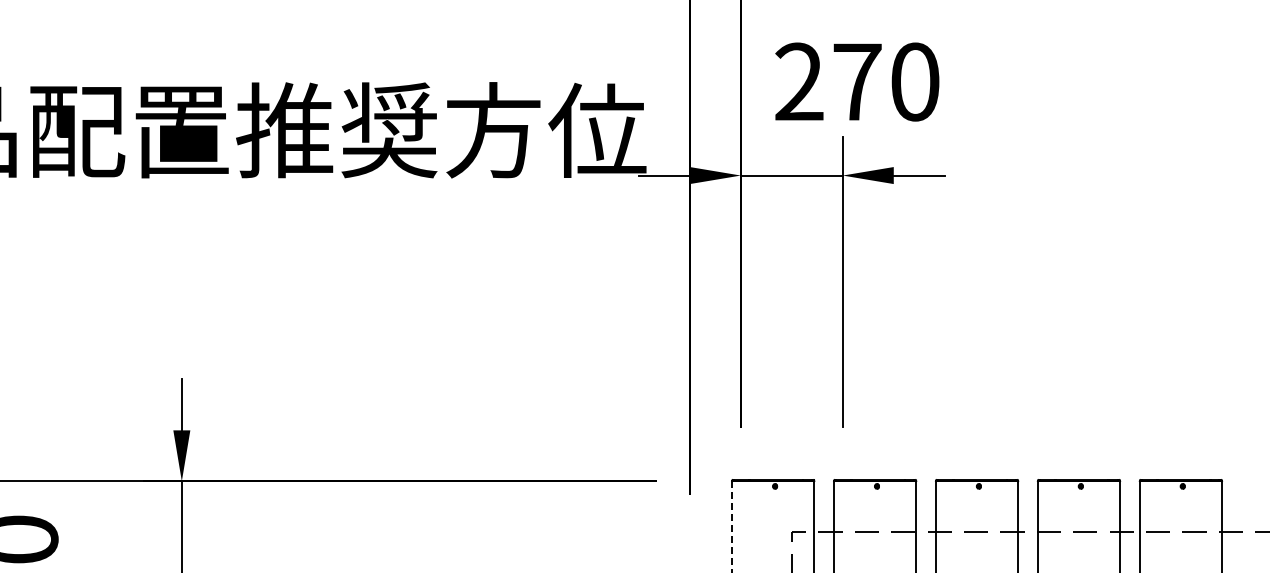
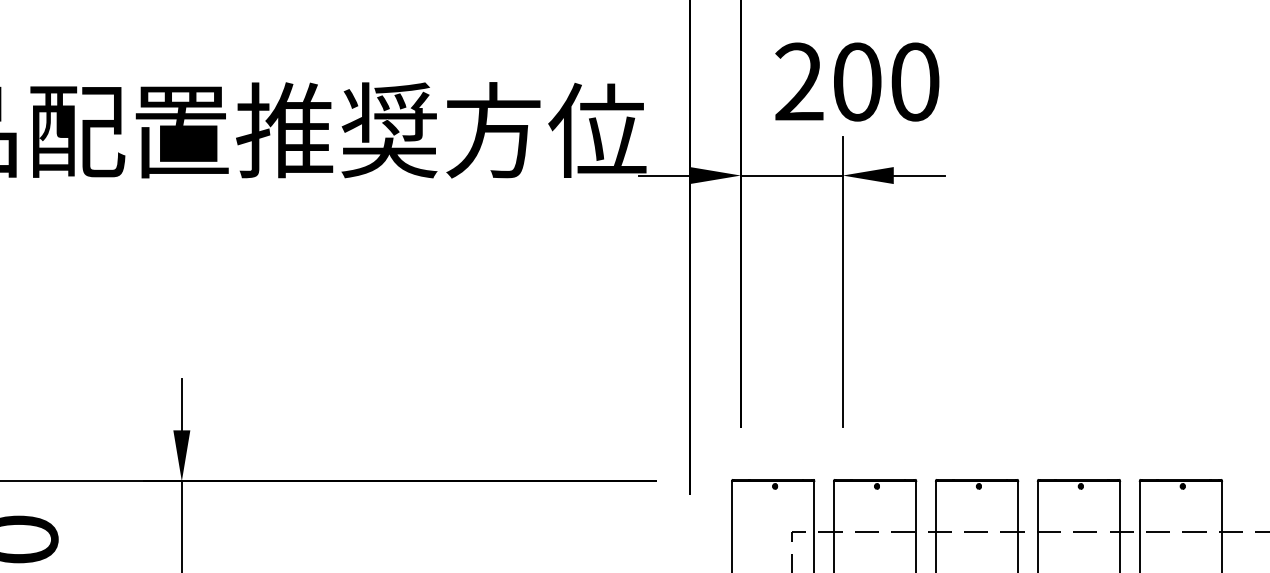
text at (857, 81): 270 -> 200
line at (732, 527): dashed -> solid
